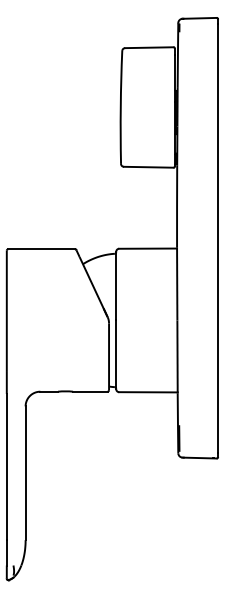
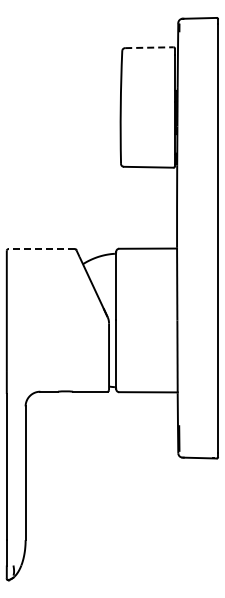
line at (149, 47): solid -> dashed
line at (41, 249): solid -> dashed
